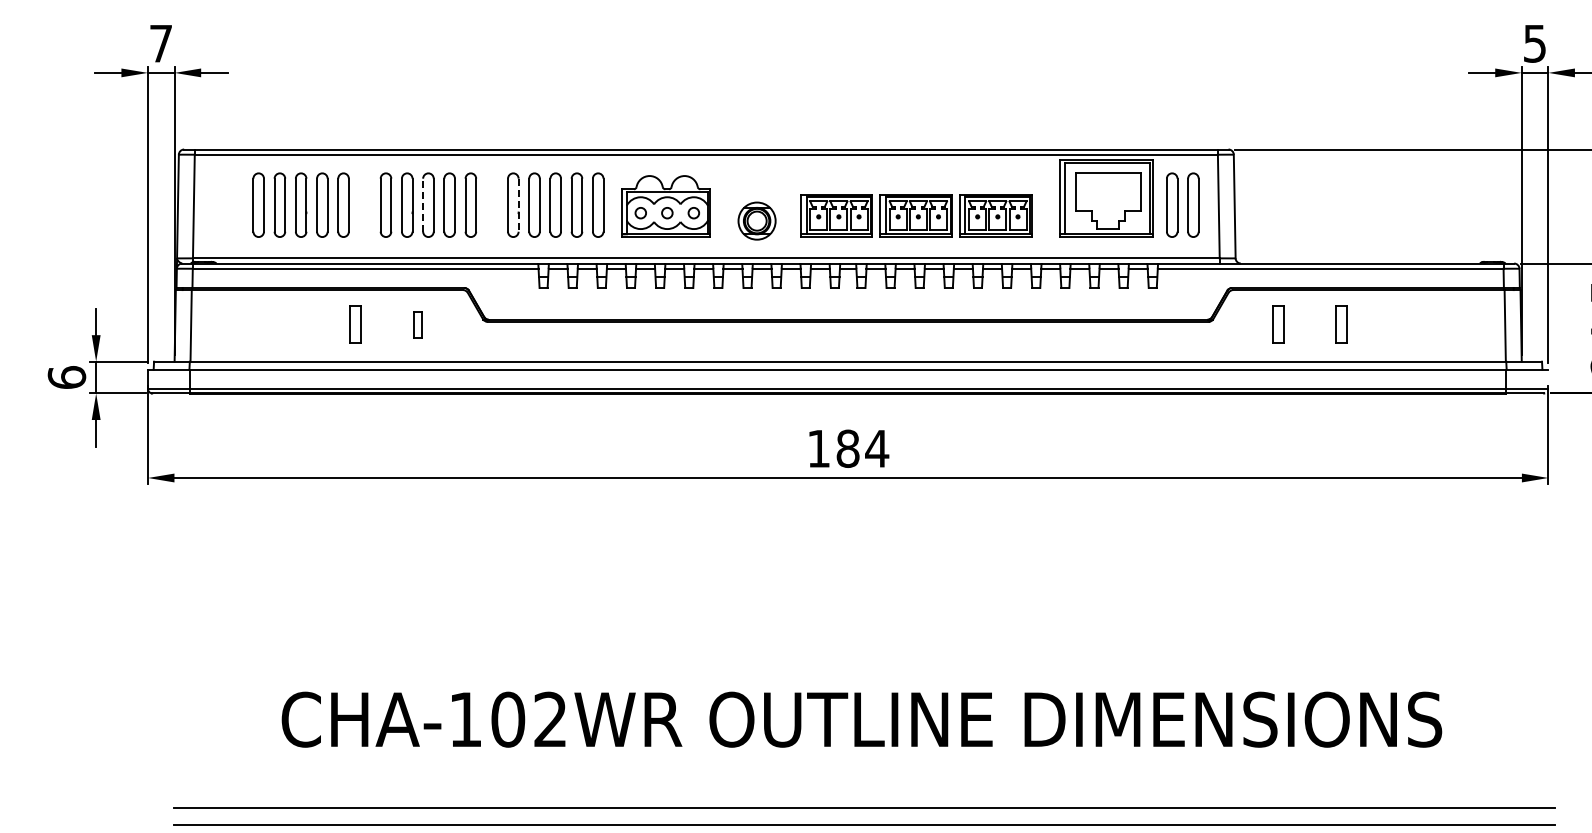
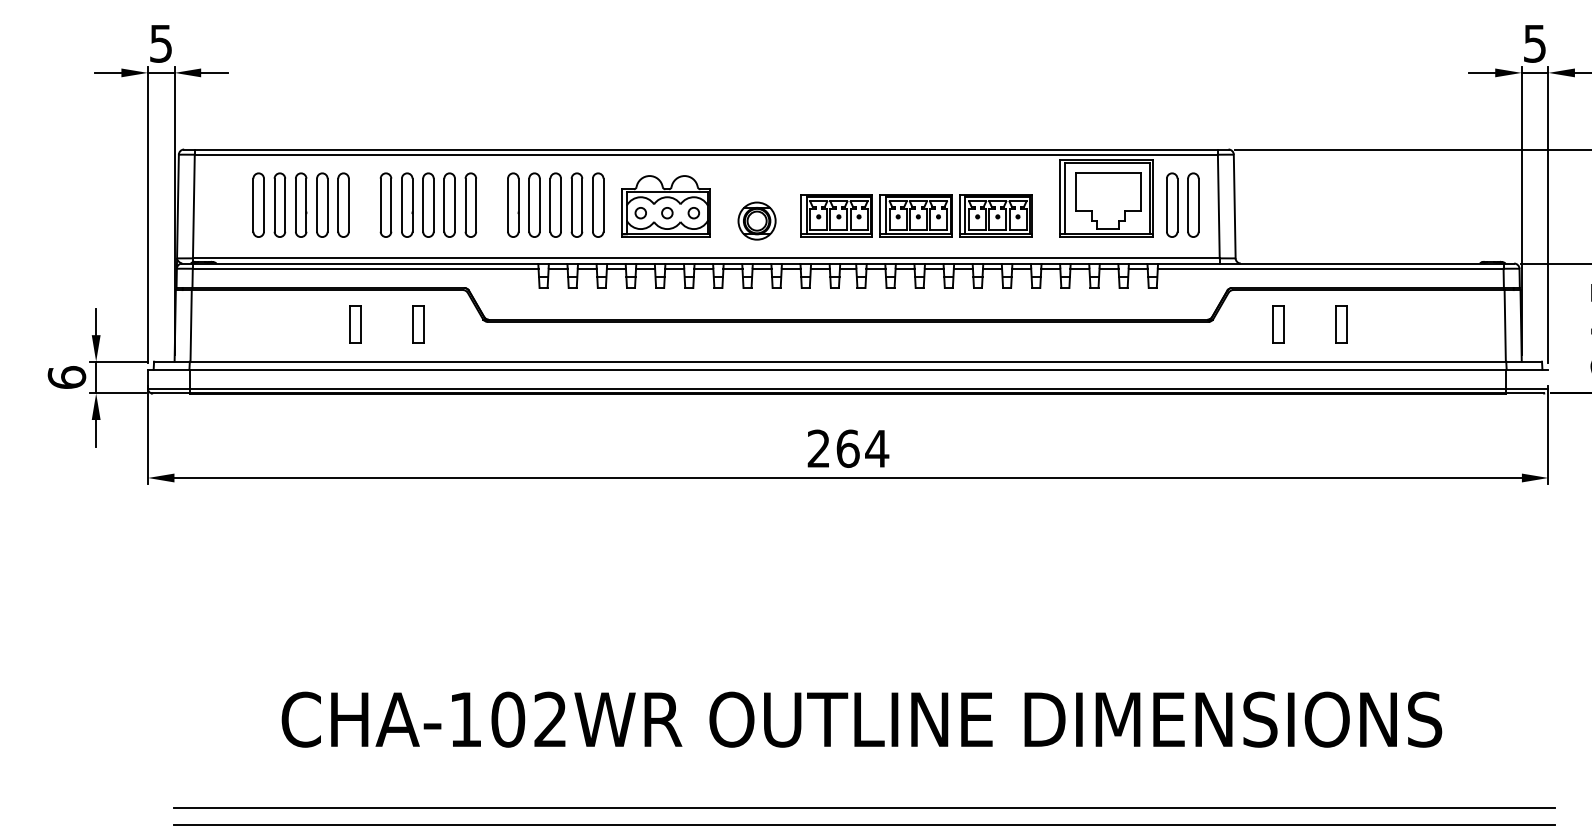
text at (160, 43): 7 -> 5
line at (423, 205): dashed -> solid
line at (518, 205): dashed -> solid
part at (417, 324) size: 10x28 px -> 13x39 px
text at (833, 448): 184 -> 264
